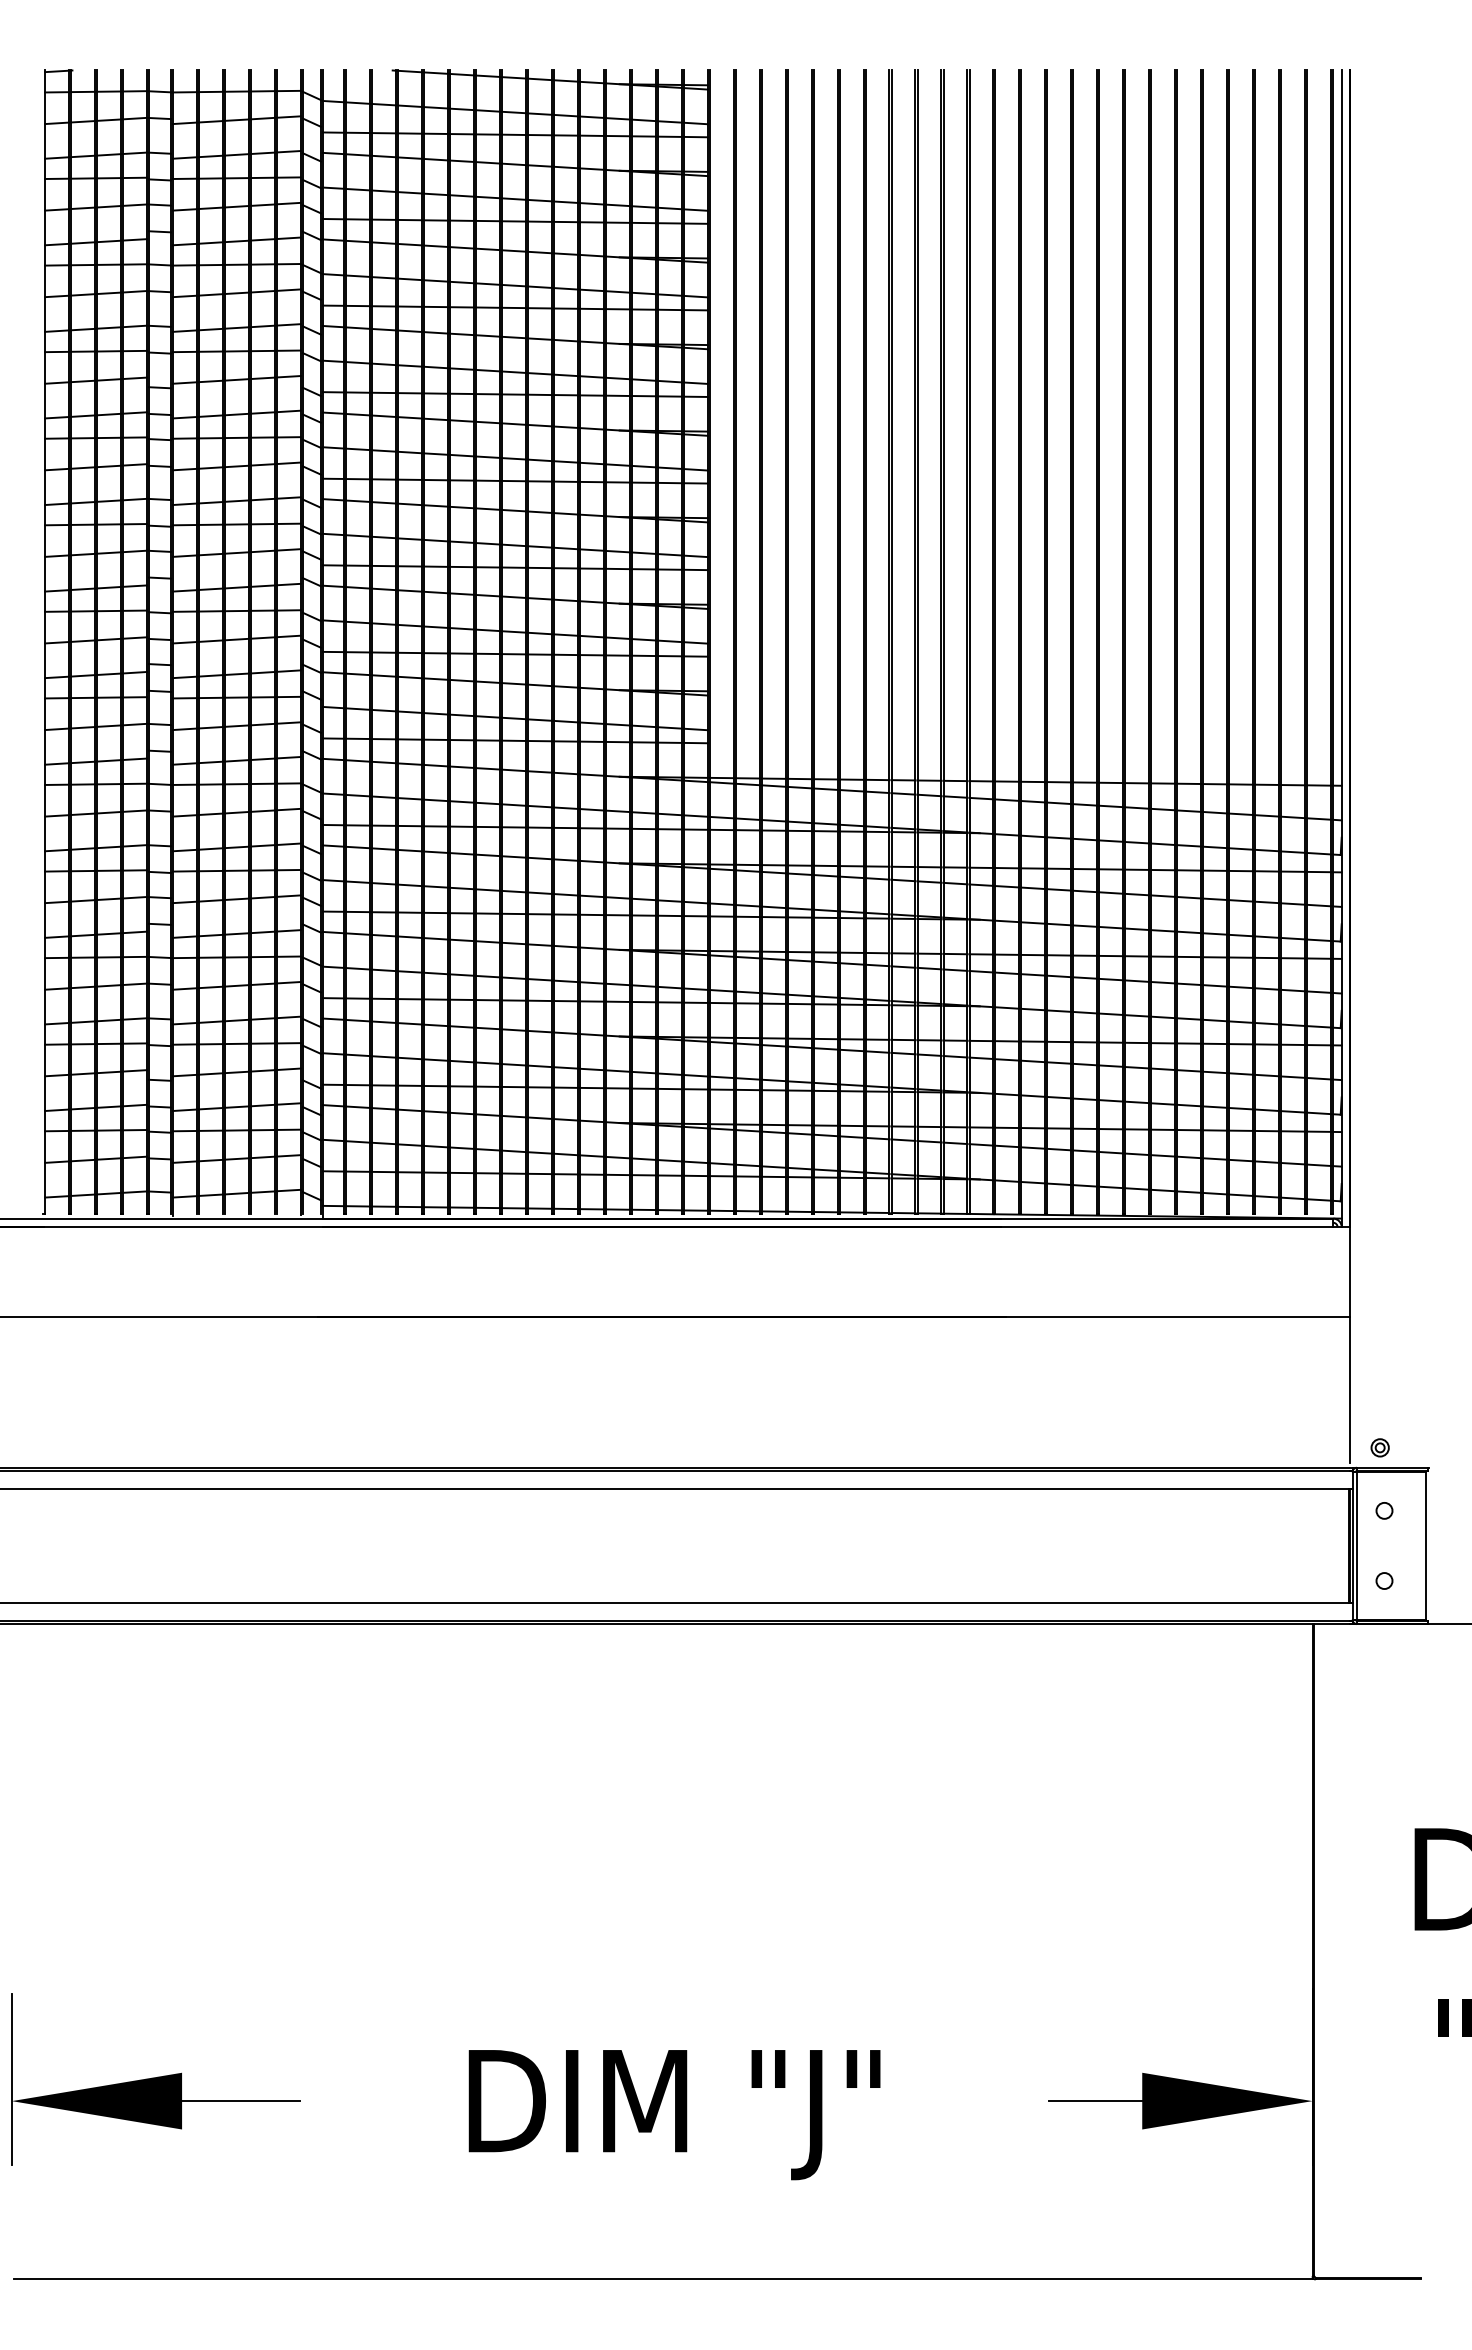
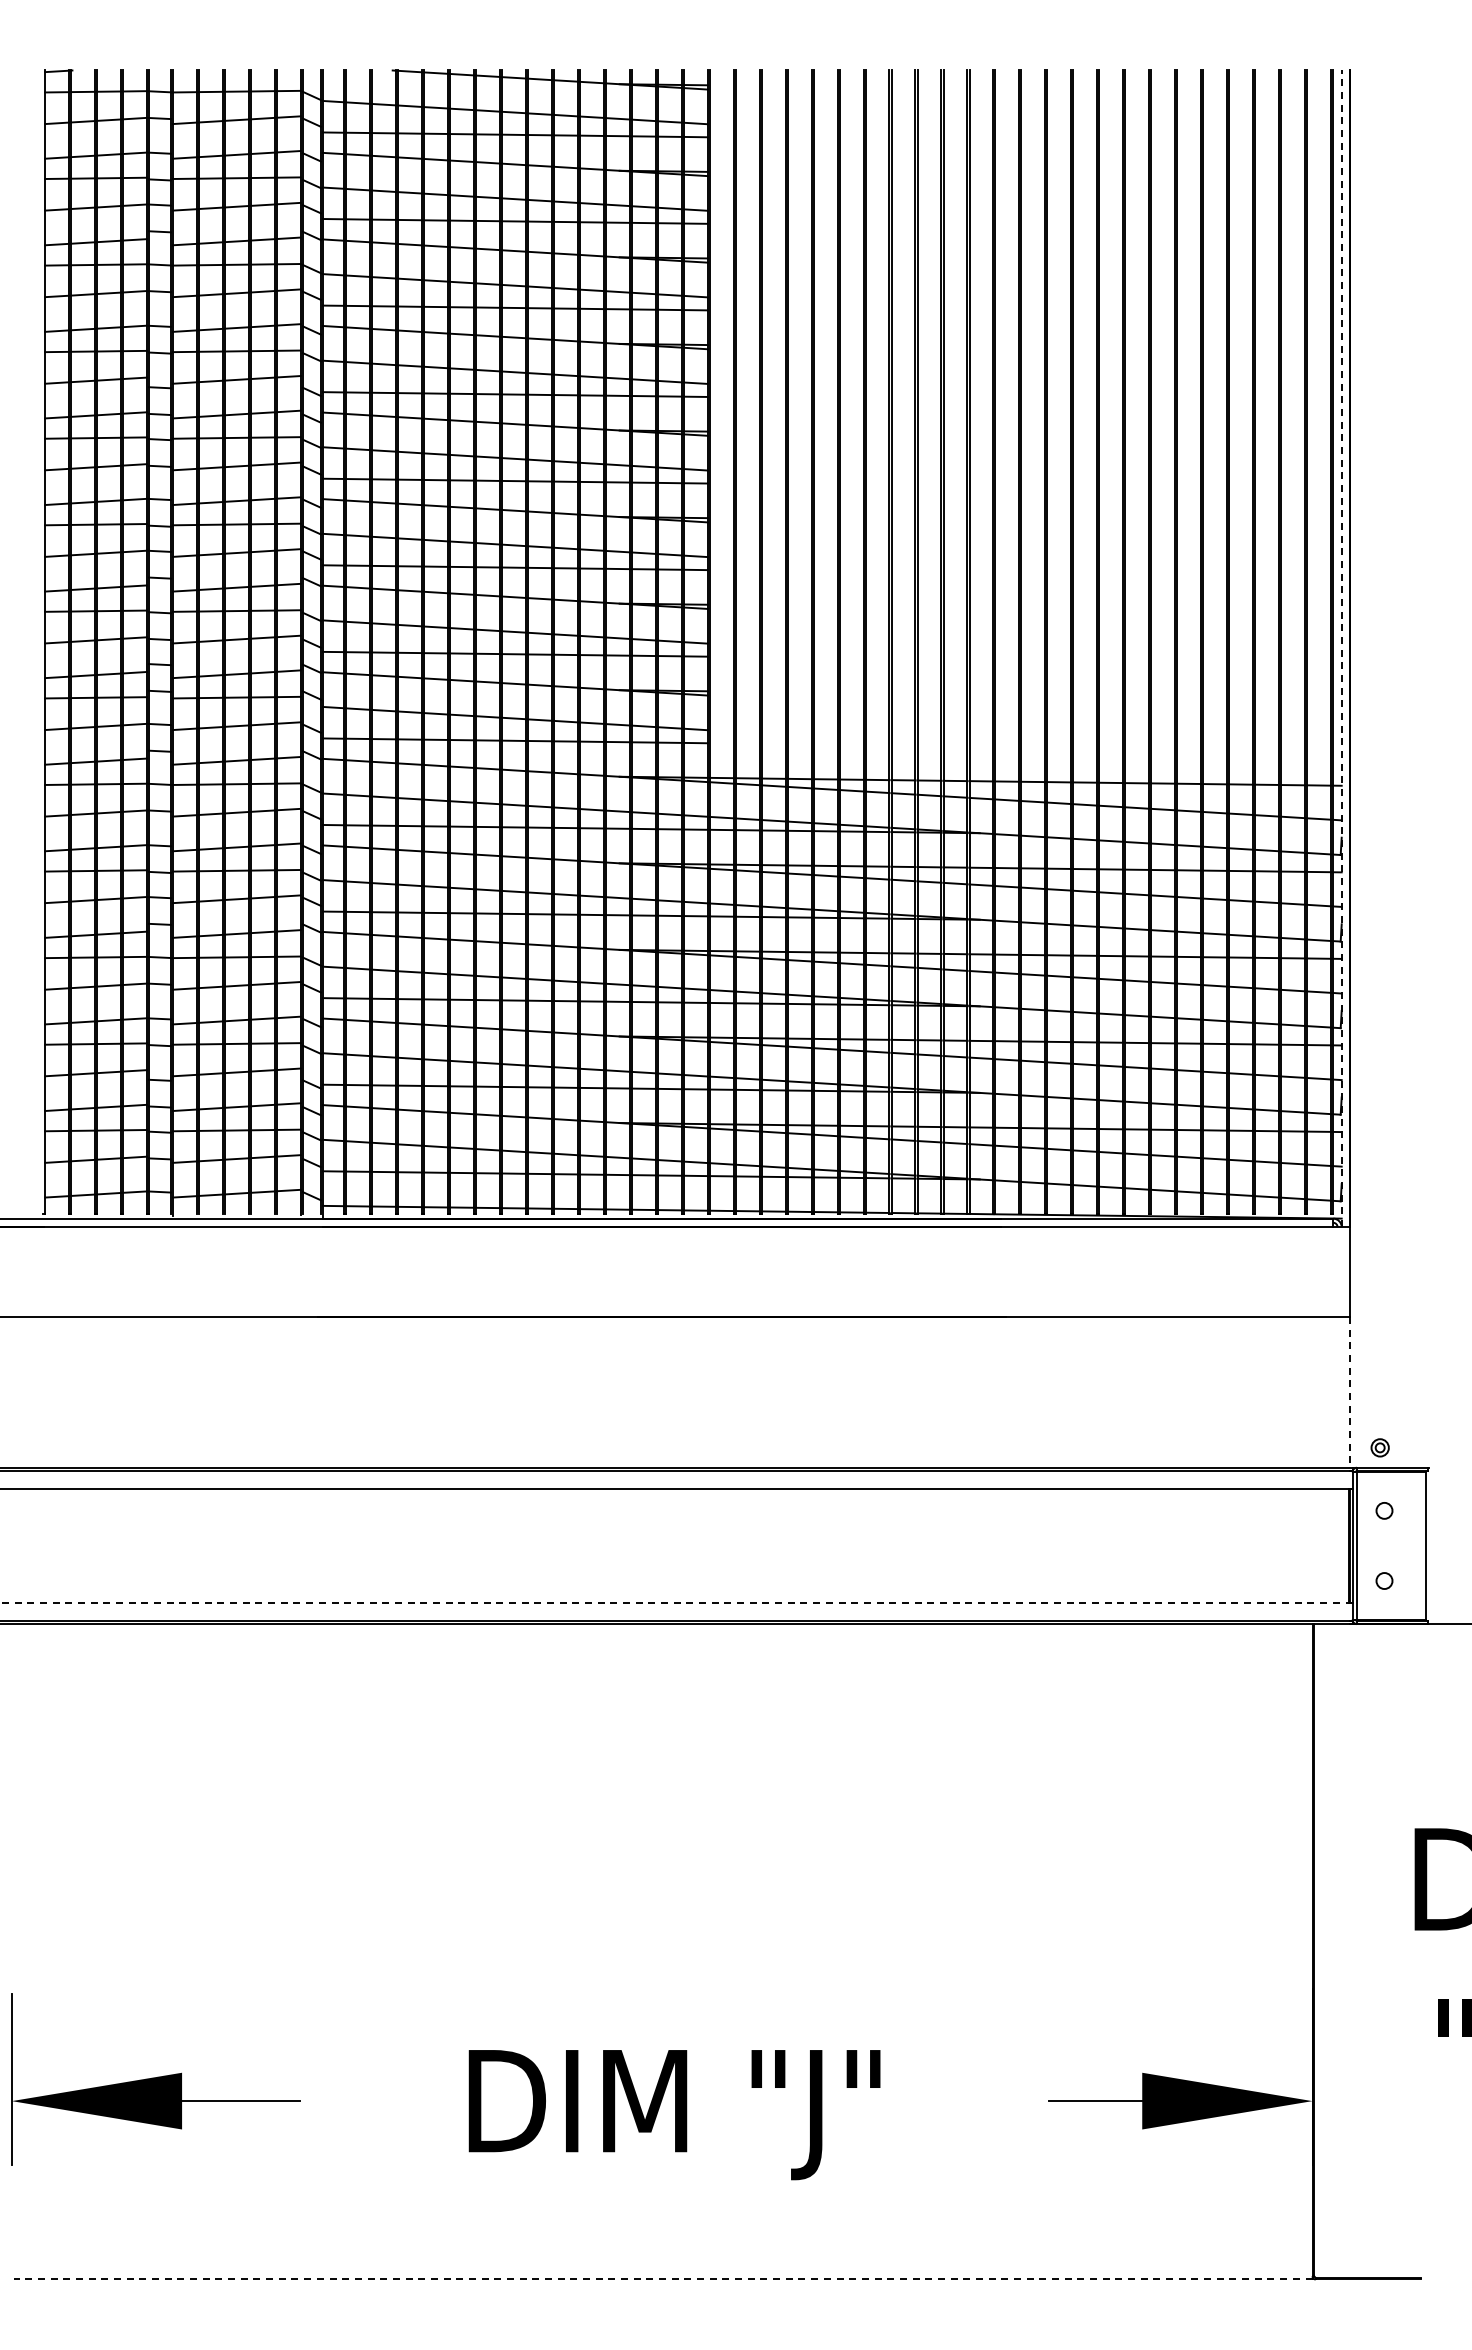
line at (1341, 648): solid -> dashed
line at (1350, 1389): solid -> dashed
line at (676, 1602): solid -> dashed
line at (662, 2279): solid -> dashed
